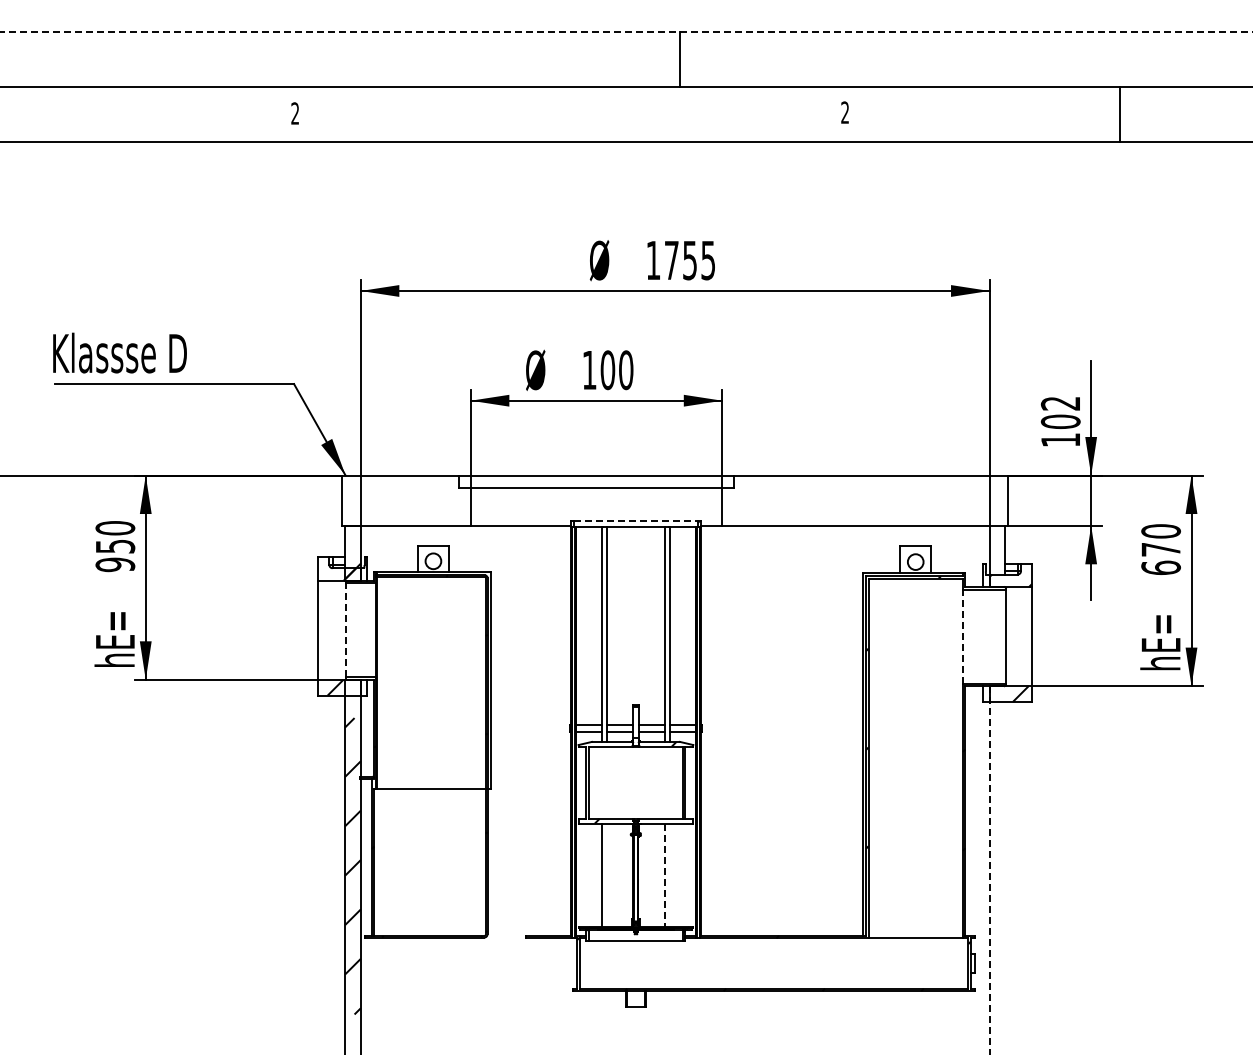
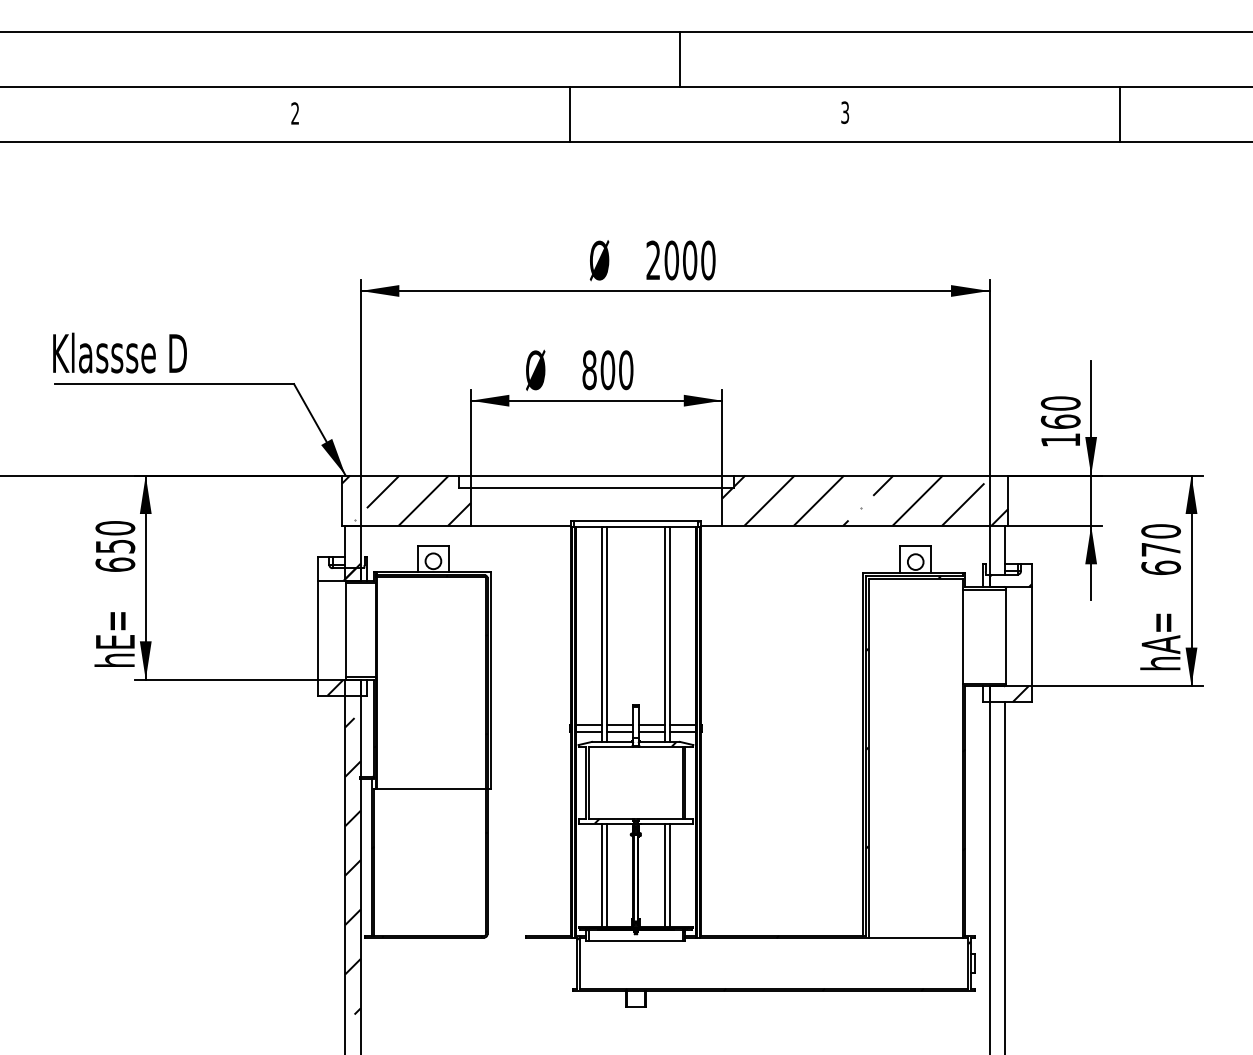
line at (626, 31): dashed -> solid
text at (845, 112): 2 -> 3
line at (570, 113): none -> present
text at (680, 260): 1755 -> 2000
text at (589, 370): 100 -> 800
text at (1060, 412): 102 -> 160
hatch at (405, 500): none -> present
hatch at (865, 500): none -> present
line at (635, 520): dashed -> solid
text at (115, 564): 950 -> 650
line at (346, 629): dashed -> solid
text at (1160, 633): hE= -> hA=
line at (962, 636): dashed -> solid
line at (989, 870): dashed -> solid
line at (607, 875): none -> present
line at (664, 875): dashed -> solid
line at (669, 875): none -> present
line at (1005, 876): none -> present
